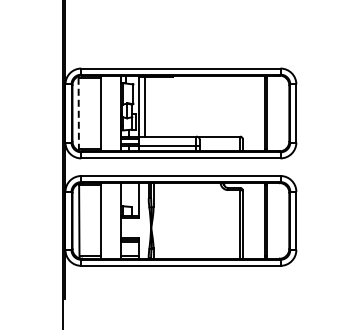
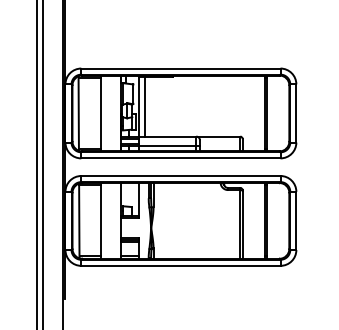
line at (78, 113): dashed -> solid
line at (36, 164): none -> present
line at (42, 164): none -> present
